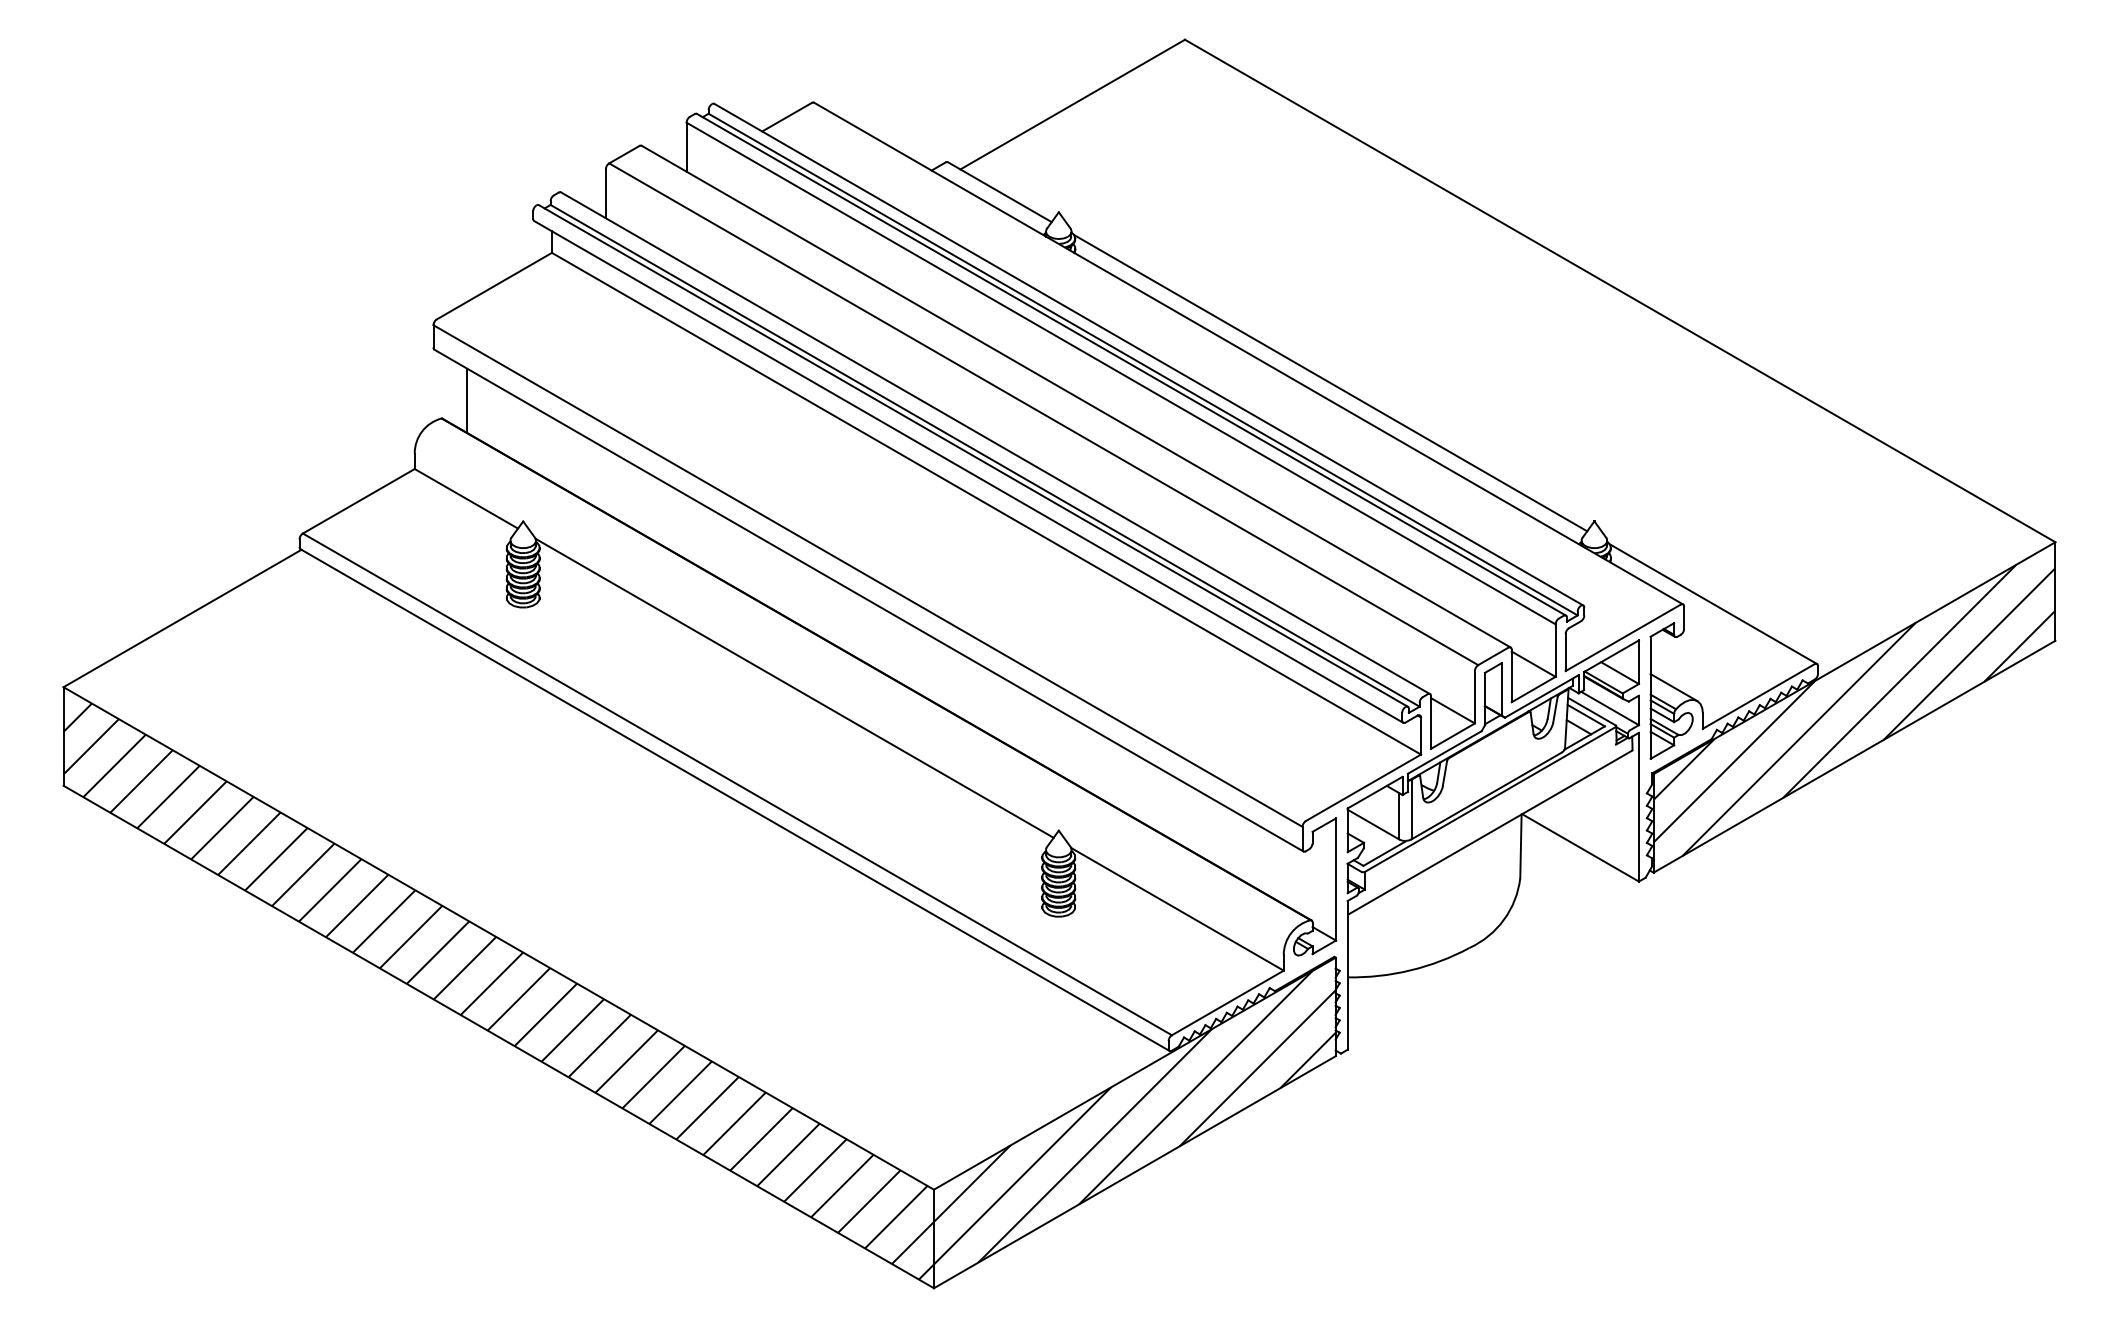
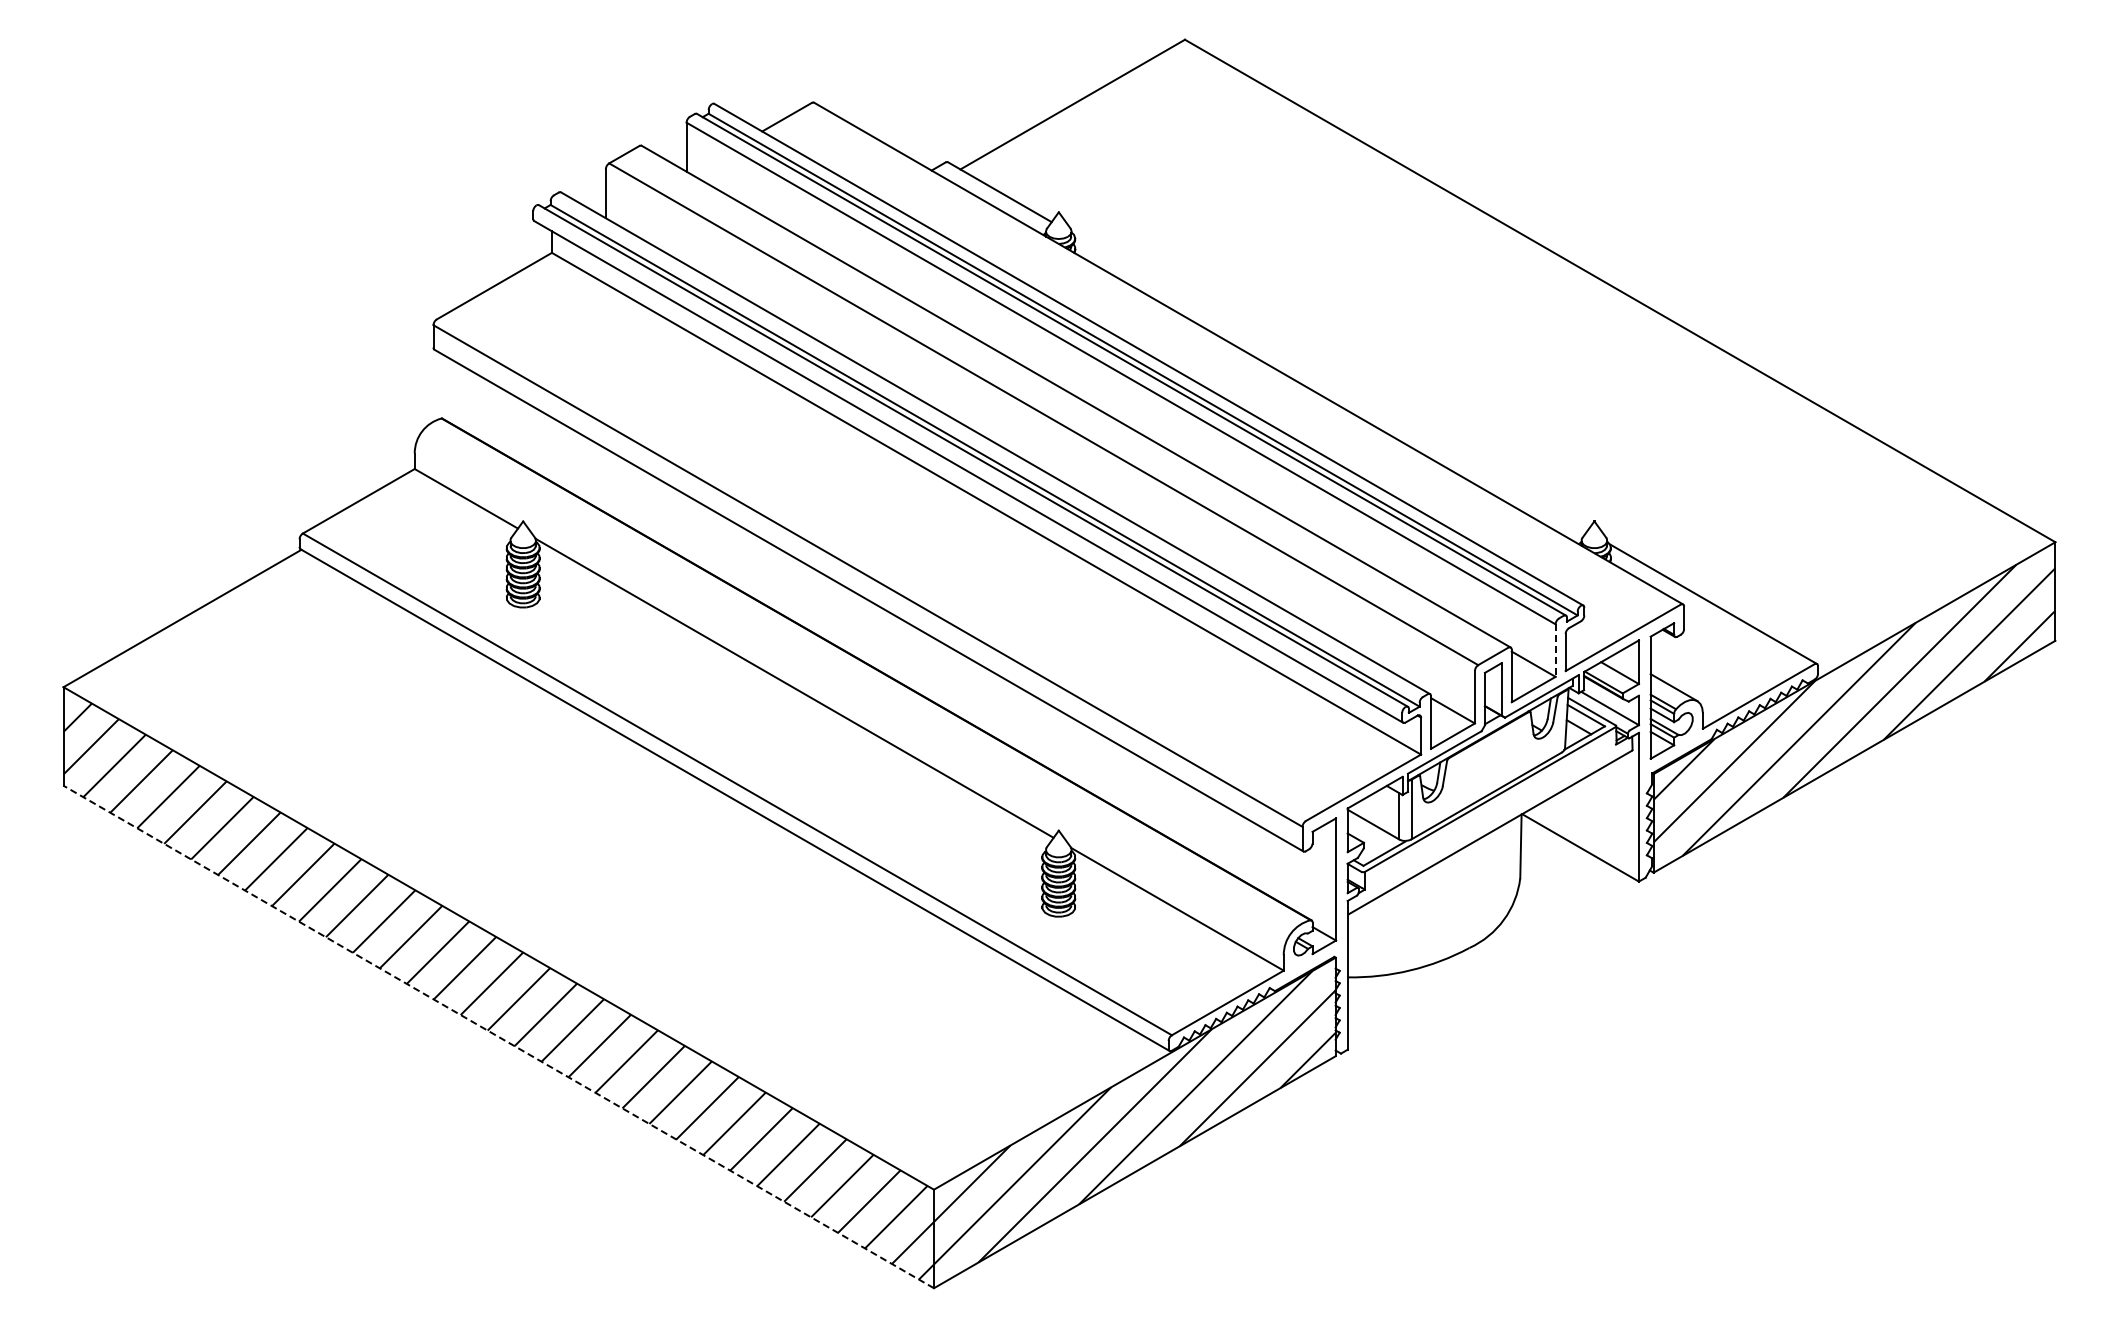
line at (1330, 383): present -> none
line at (466, 400): present -> none
line at (1555, 651): solid -> dashed
line at (498, 1037): solid -> dashed
